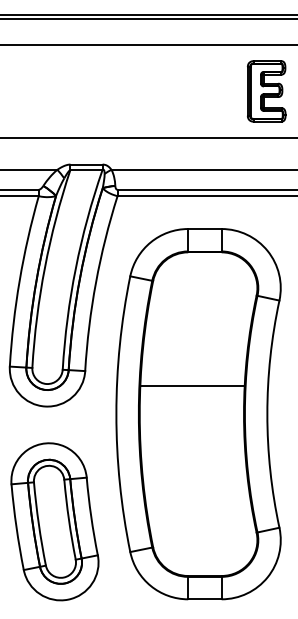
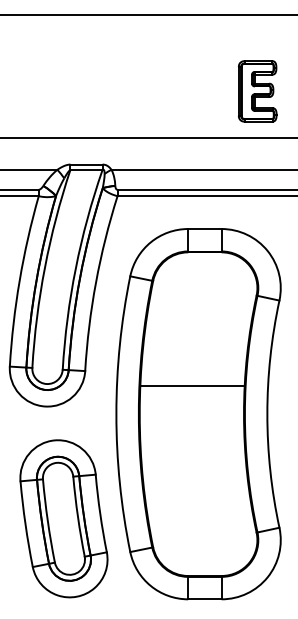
line at (148, 18): present -> none
line at (148, 45): present -> none
part at (266, 91) position: (266, 91) -> (257, 91)
part at (54, 521) position: (54, 521) -> (63, 518)
